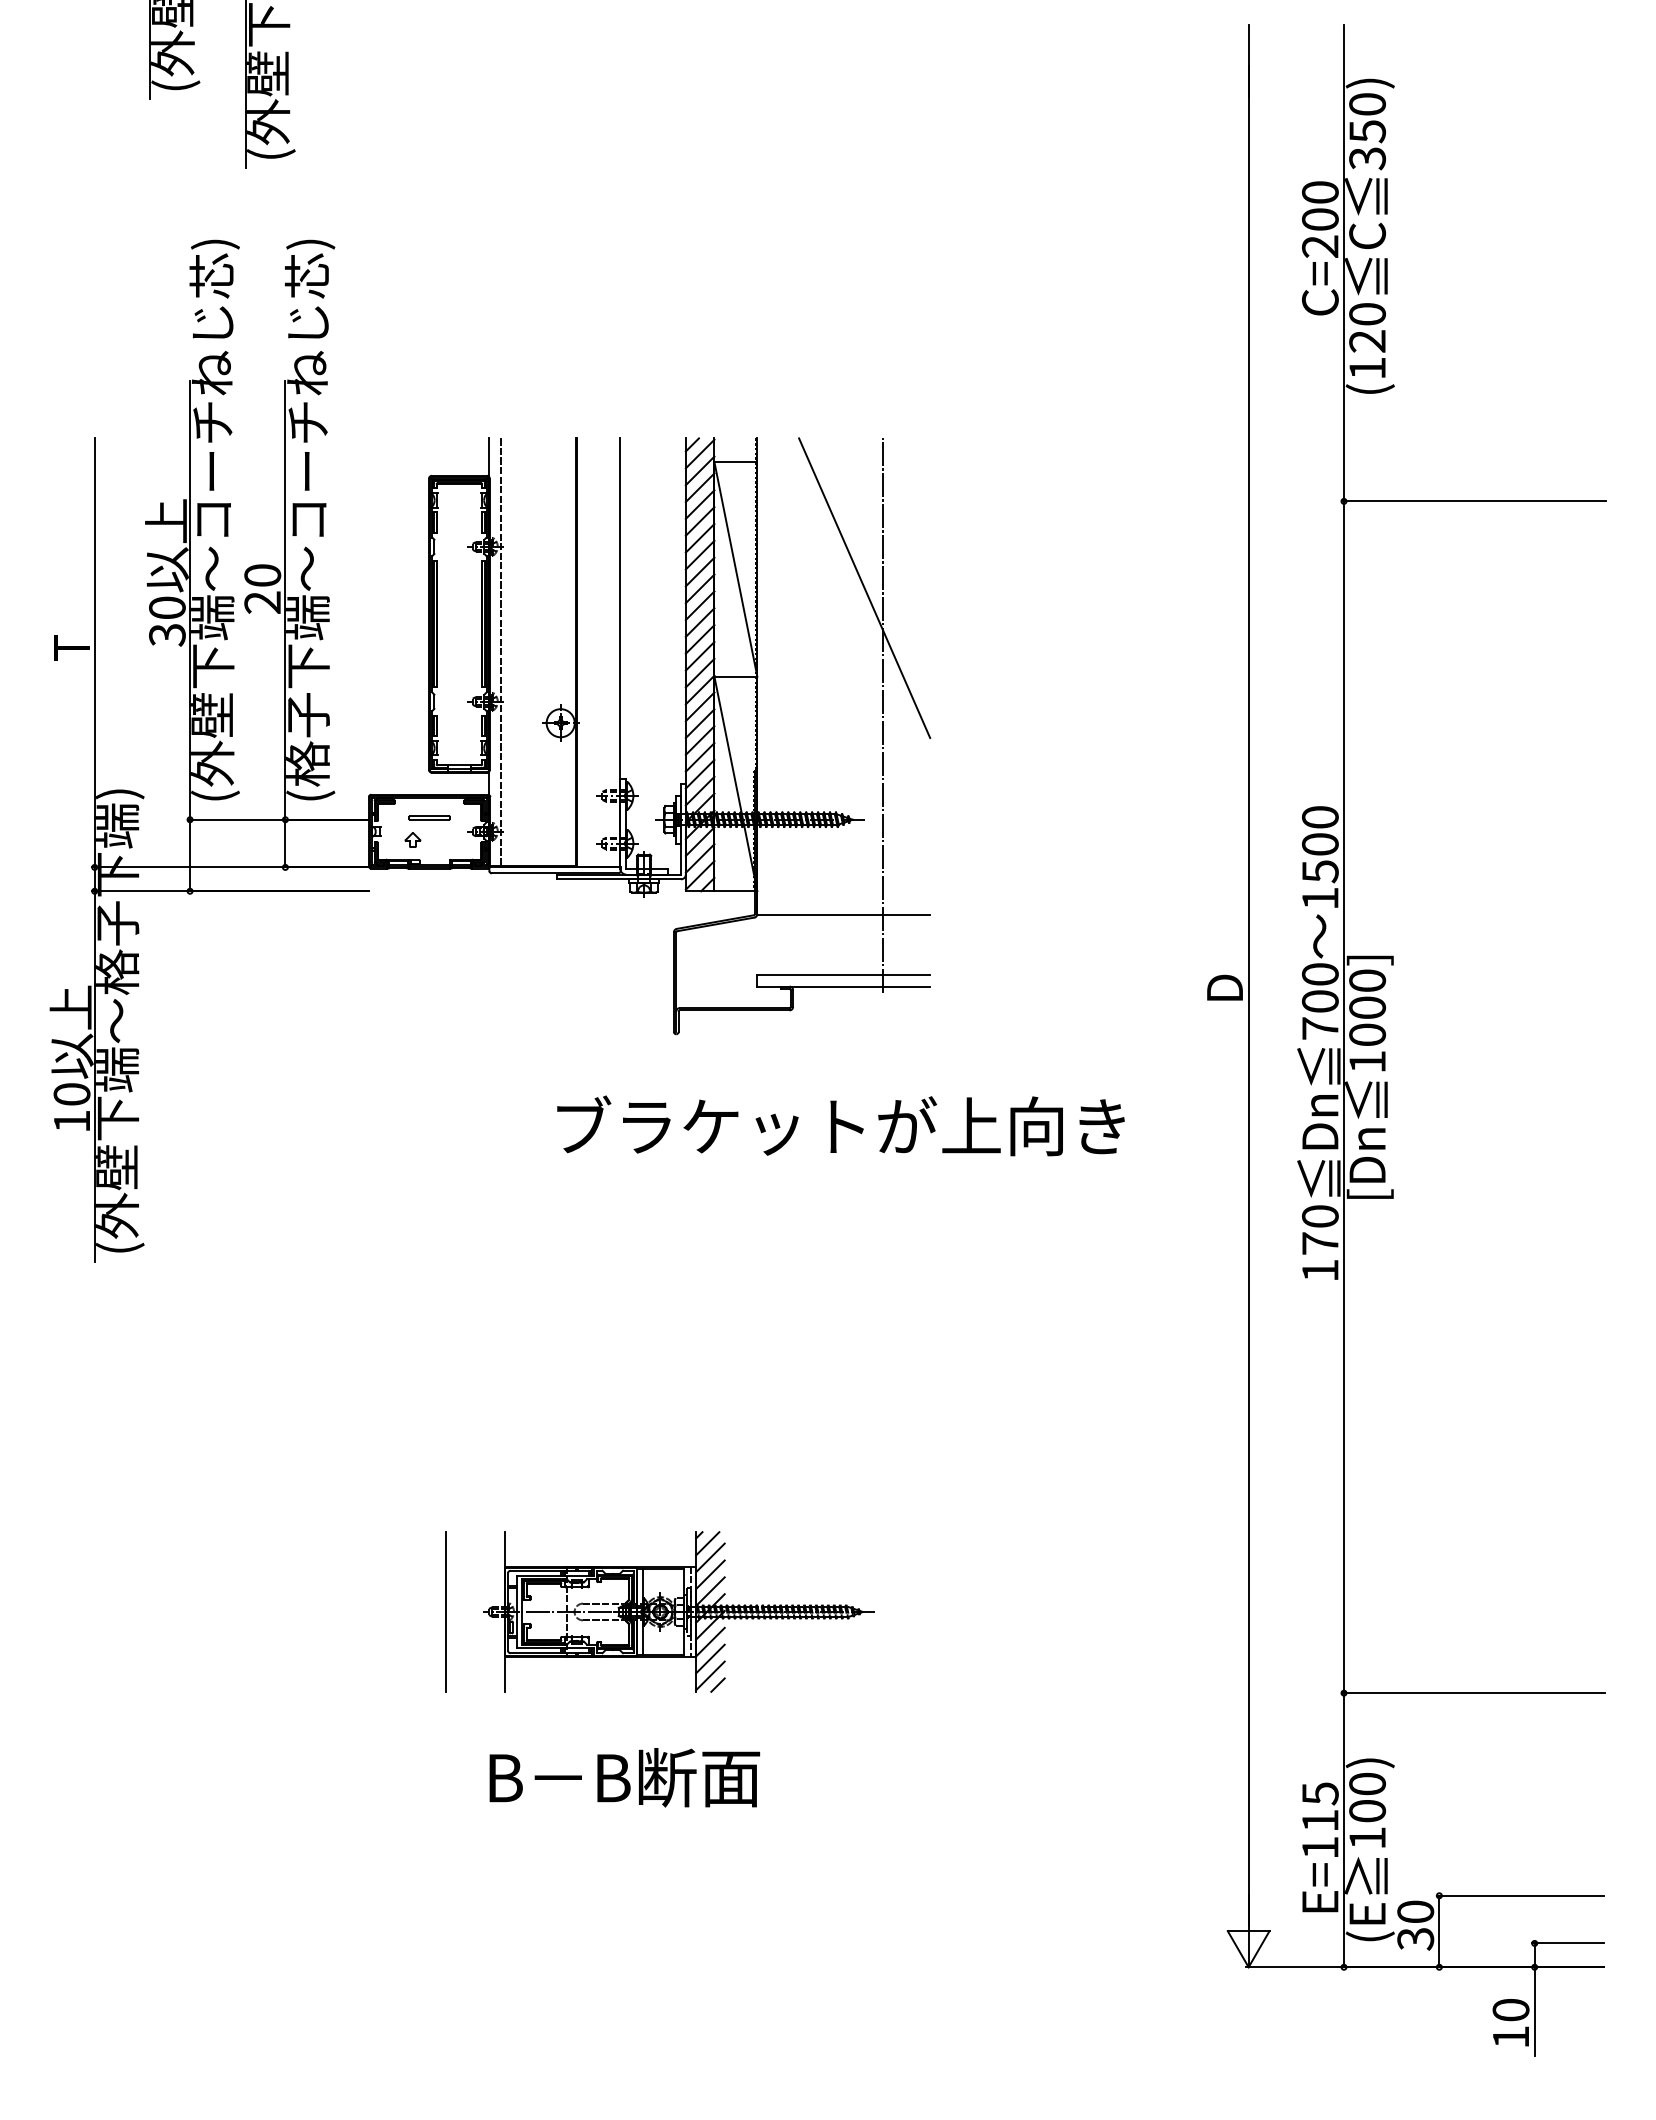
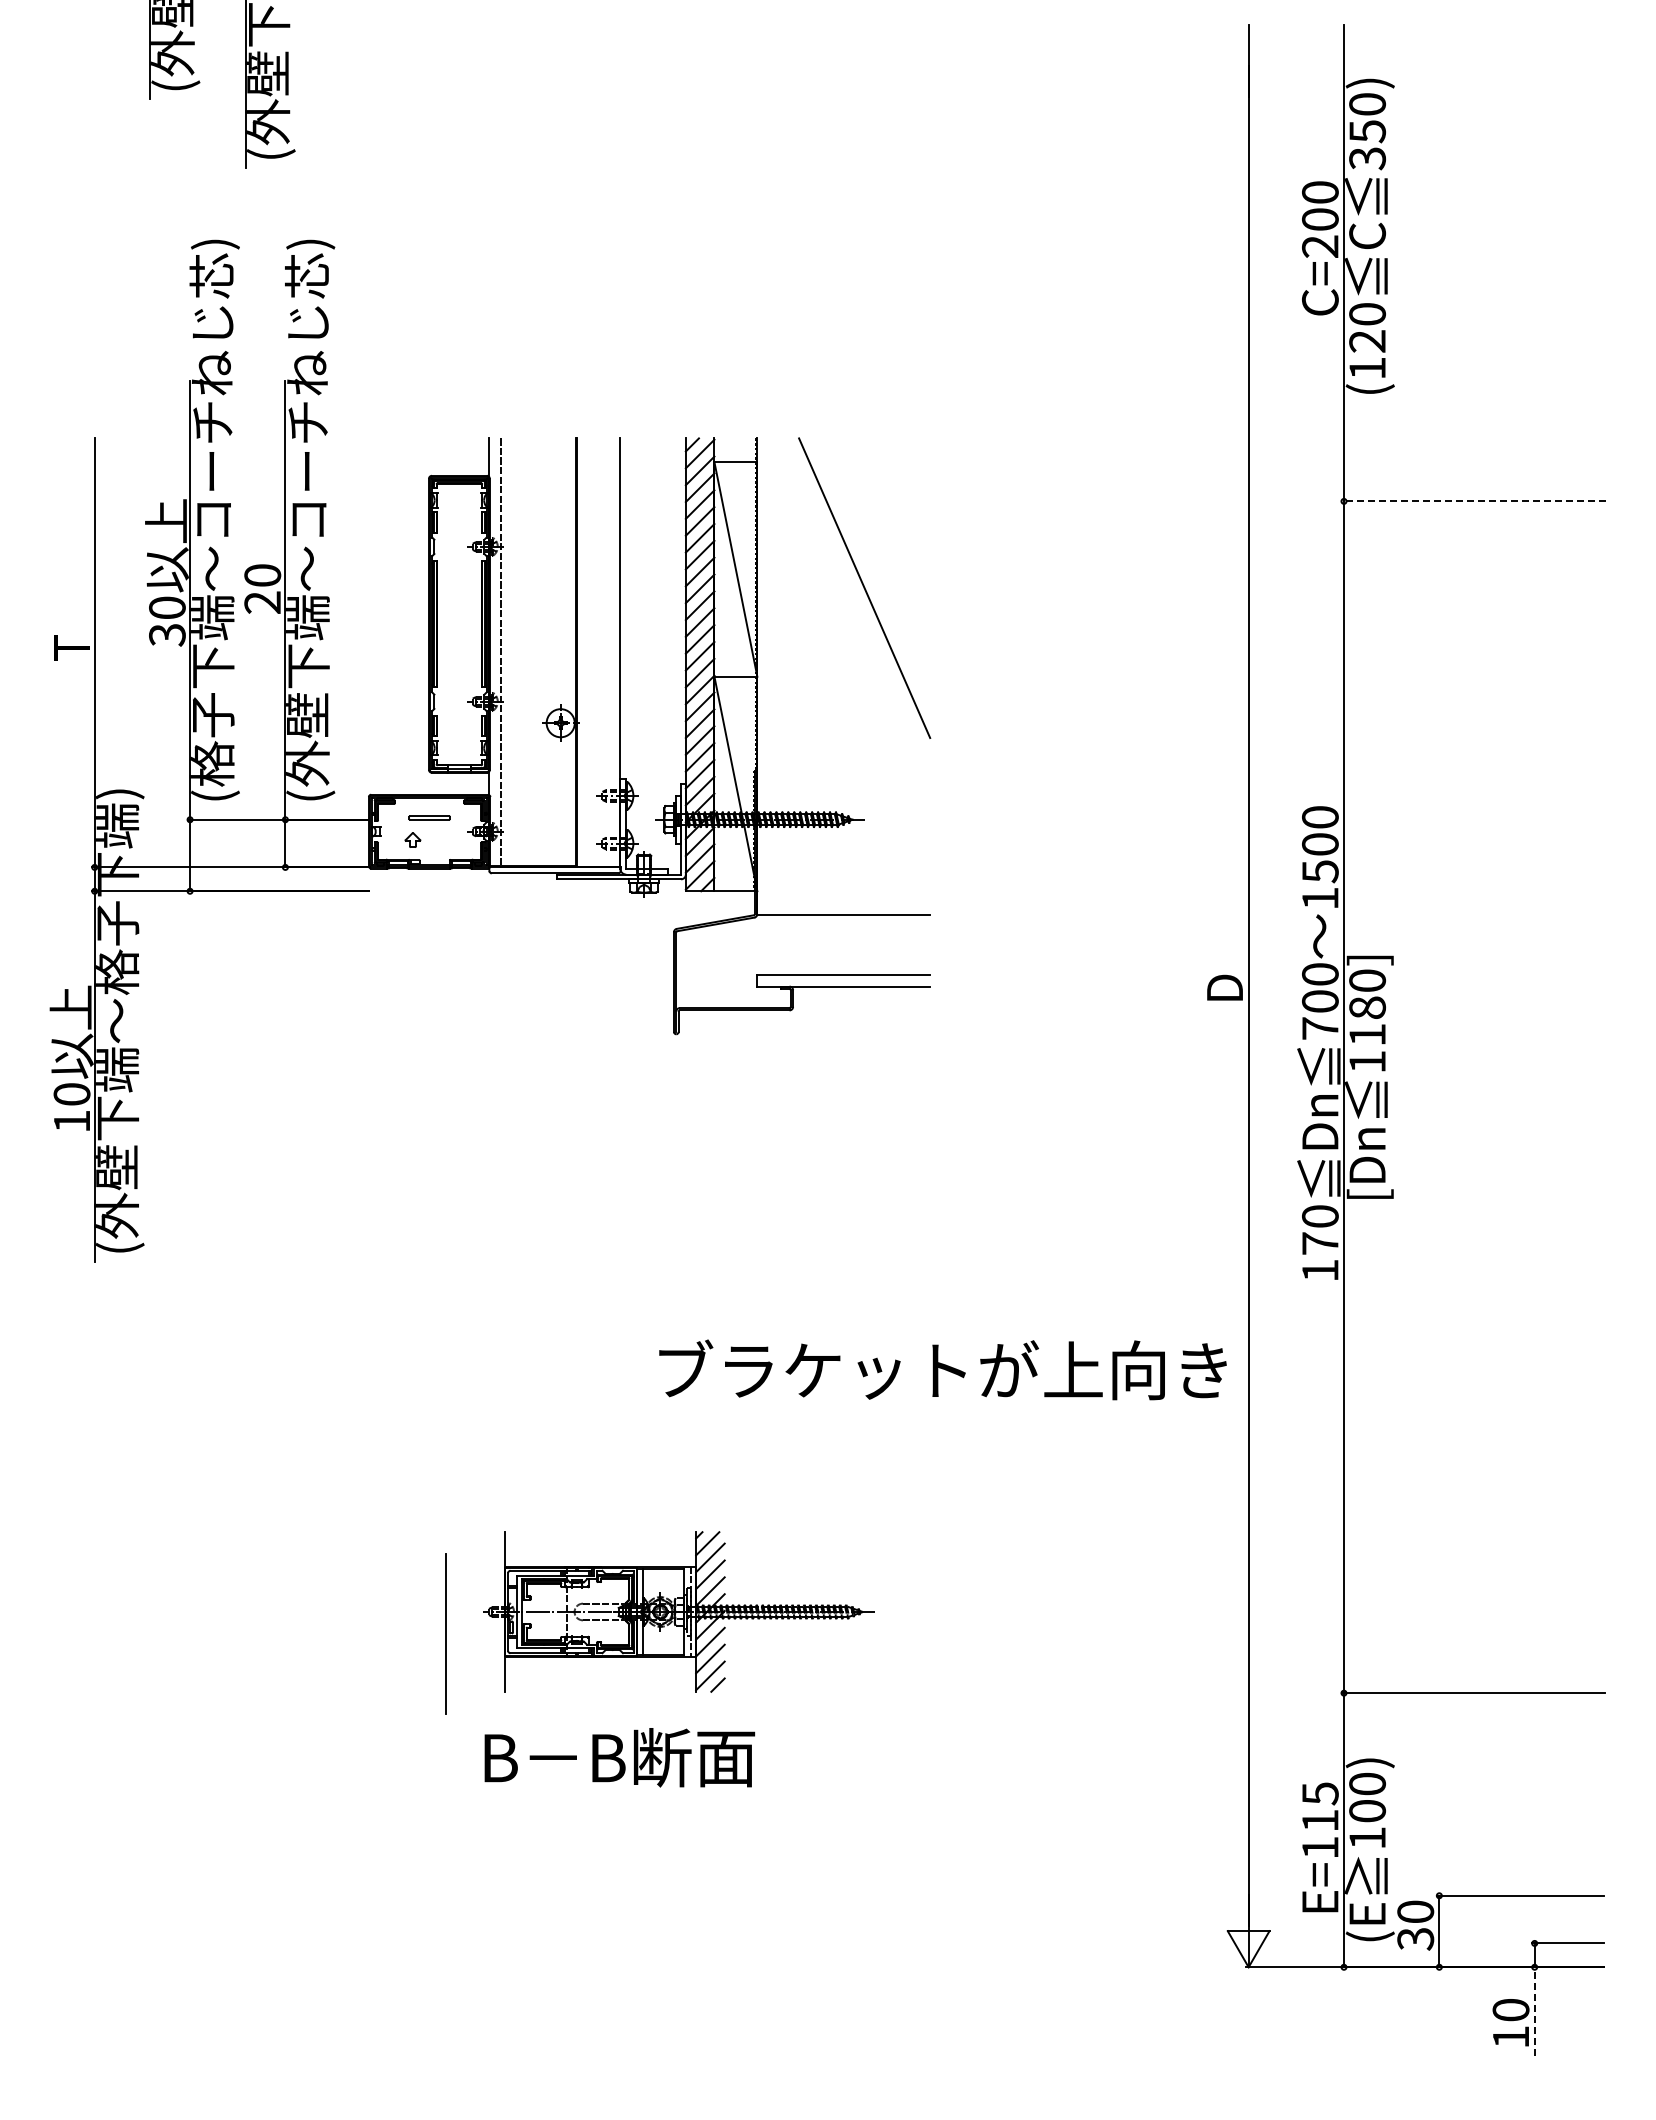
line at (1473, 501): solid -> dashed
line at (882, 715): present -> none
text at (212, 739): (外壁下端～コーチねじ芯) -> (格子下端～コーチねじ芯)
text at (307, 739): (格子下端～コーチねじ芯) -> (外壁下端～コーチねじ芯)
text at (1367, 1020): 1000] -> 1180]
text at (840, 1125) position: (840, 1125) -> (942, 1369)
line at (445, 1611) position: (445, 1611) -> (445, 1633)
text at (624, 1777) position: (624, 1777) -> (619, 1757)
line at (1534, 2011): solid -> dashed
